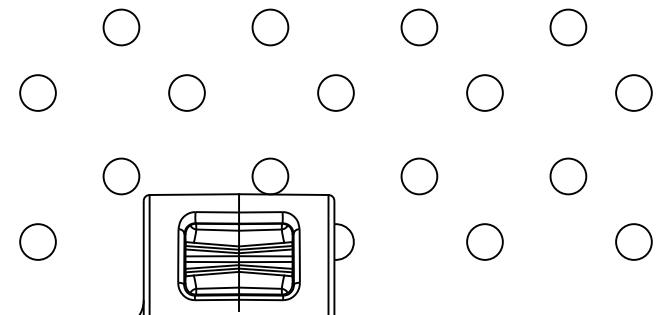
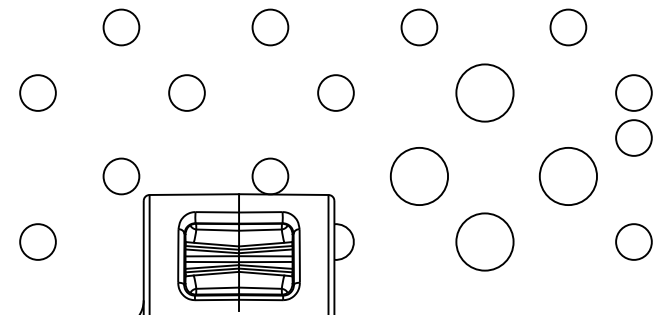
circle at (484, 92) diameter: 36 px -> 57 px
circle at (633, 137): none -> present
circle at (419, 176) diameter: 36 px -> 57 px
circle at (568, 176) diameter: 36 px -> 57 px
circle at (484, 241) diameter: 36 px -> 57 px
